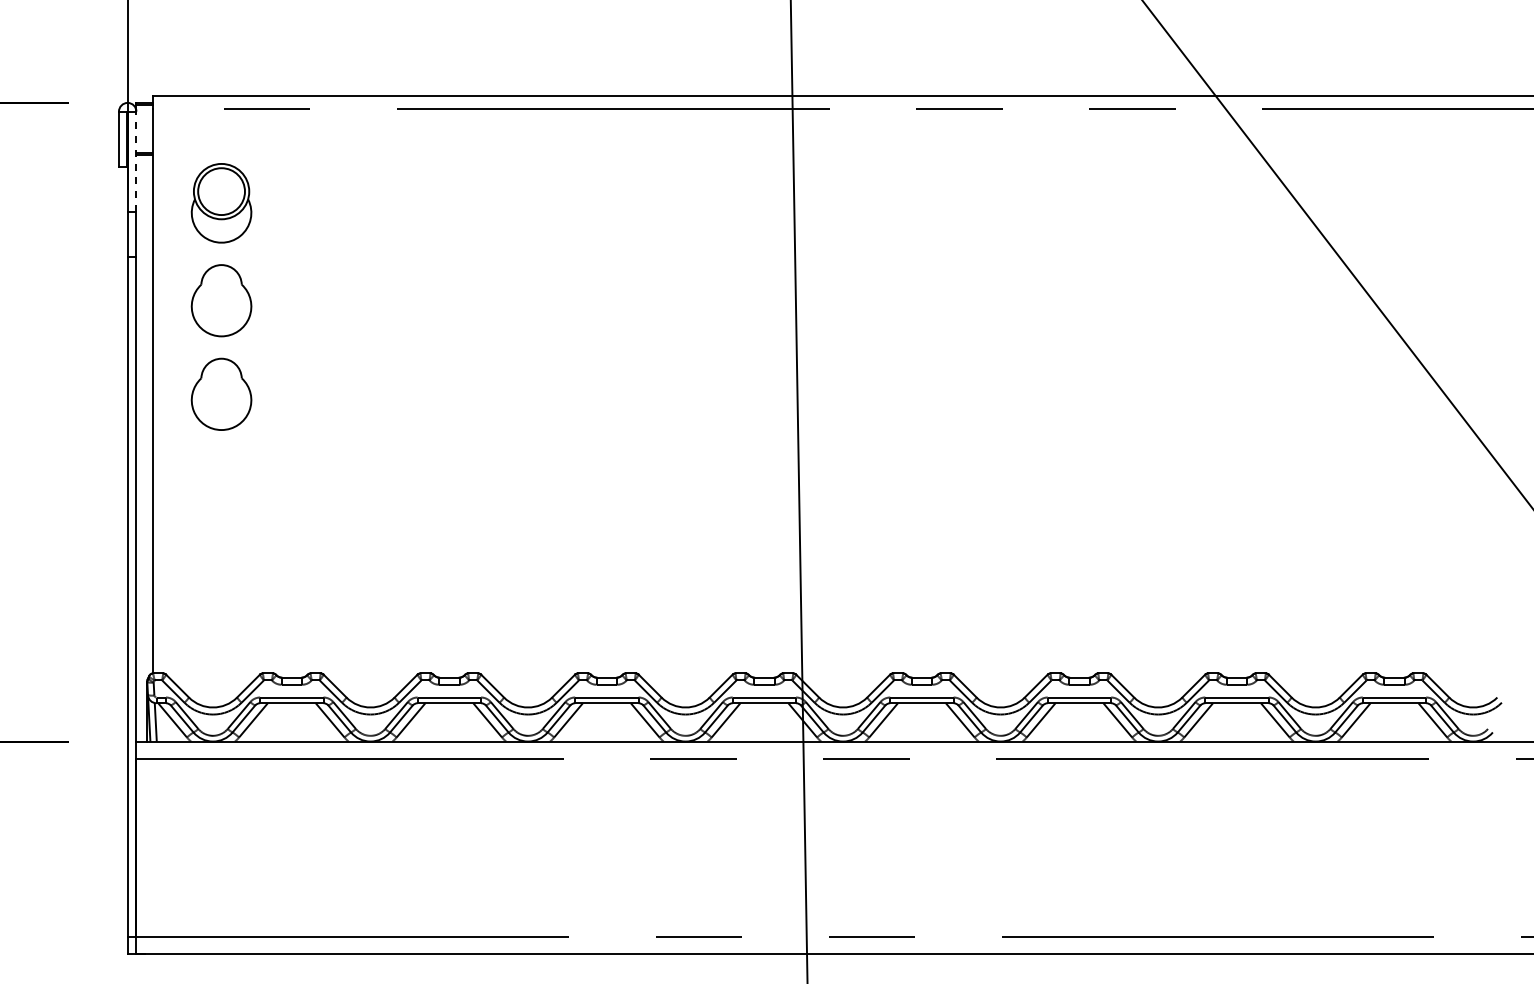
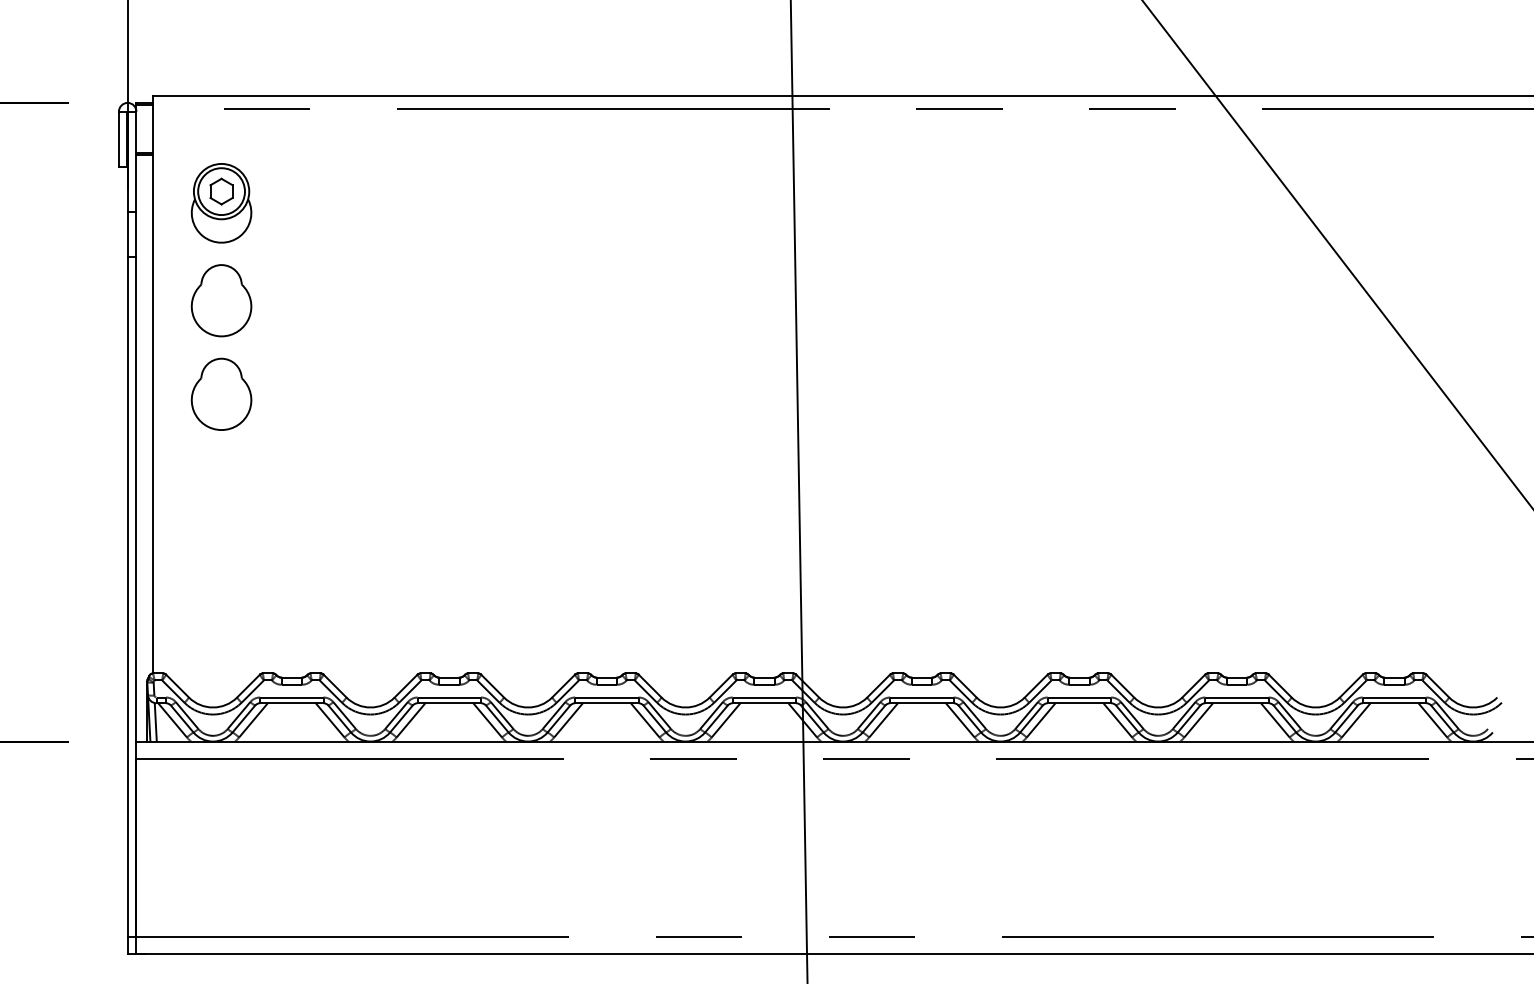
line at (136, 161): dashed -> solid
part at (221, 191): none -> present
